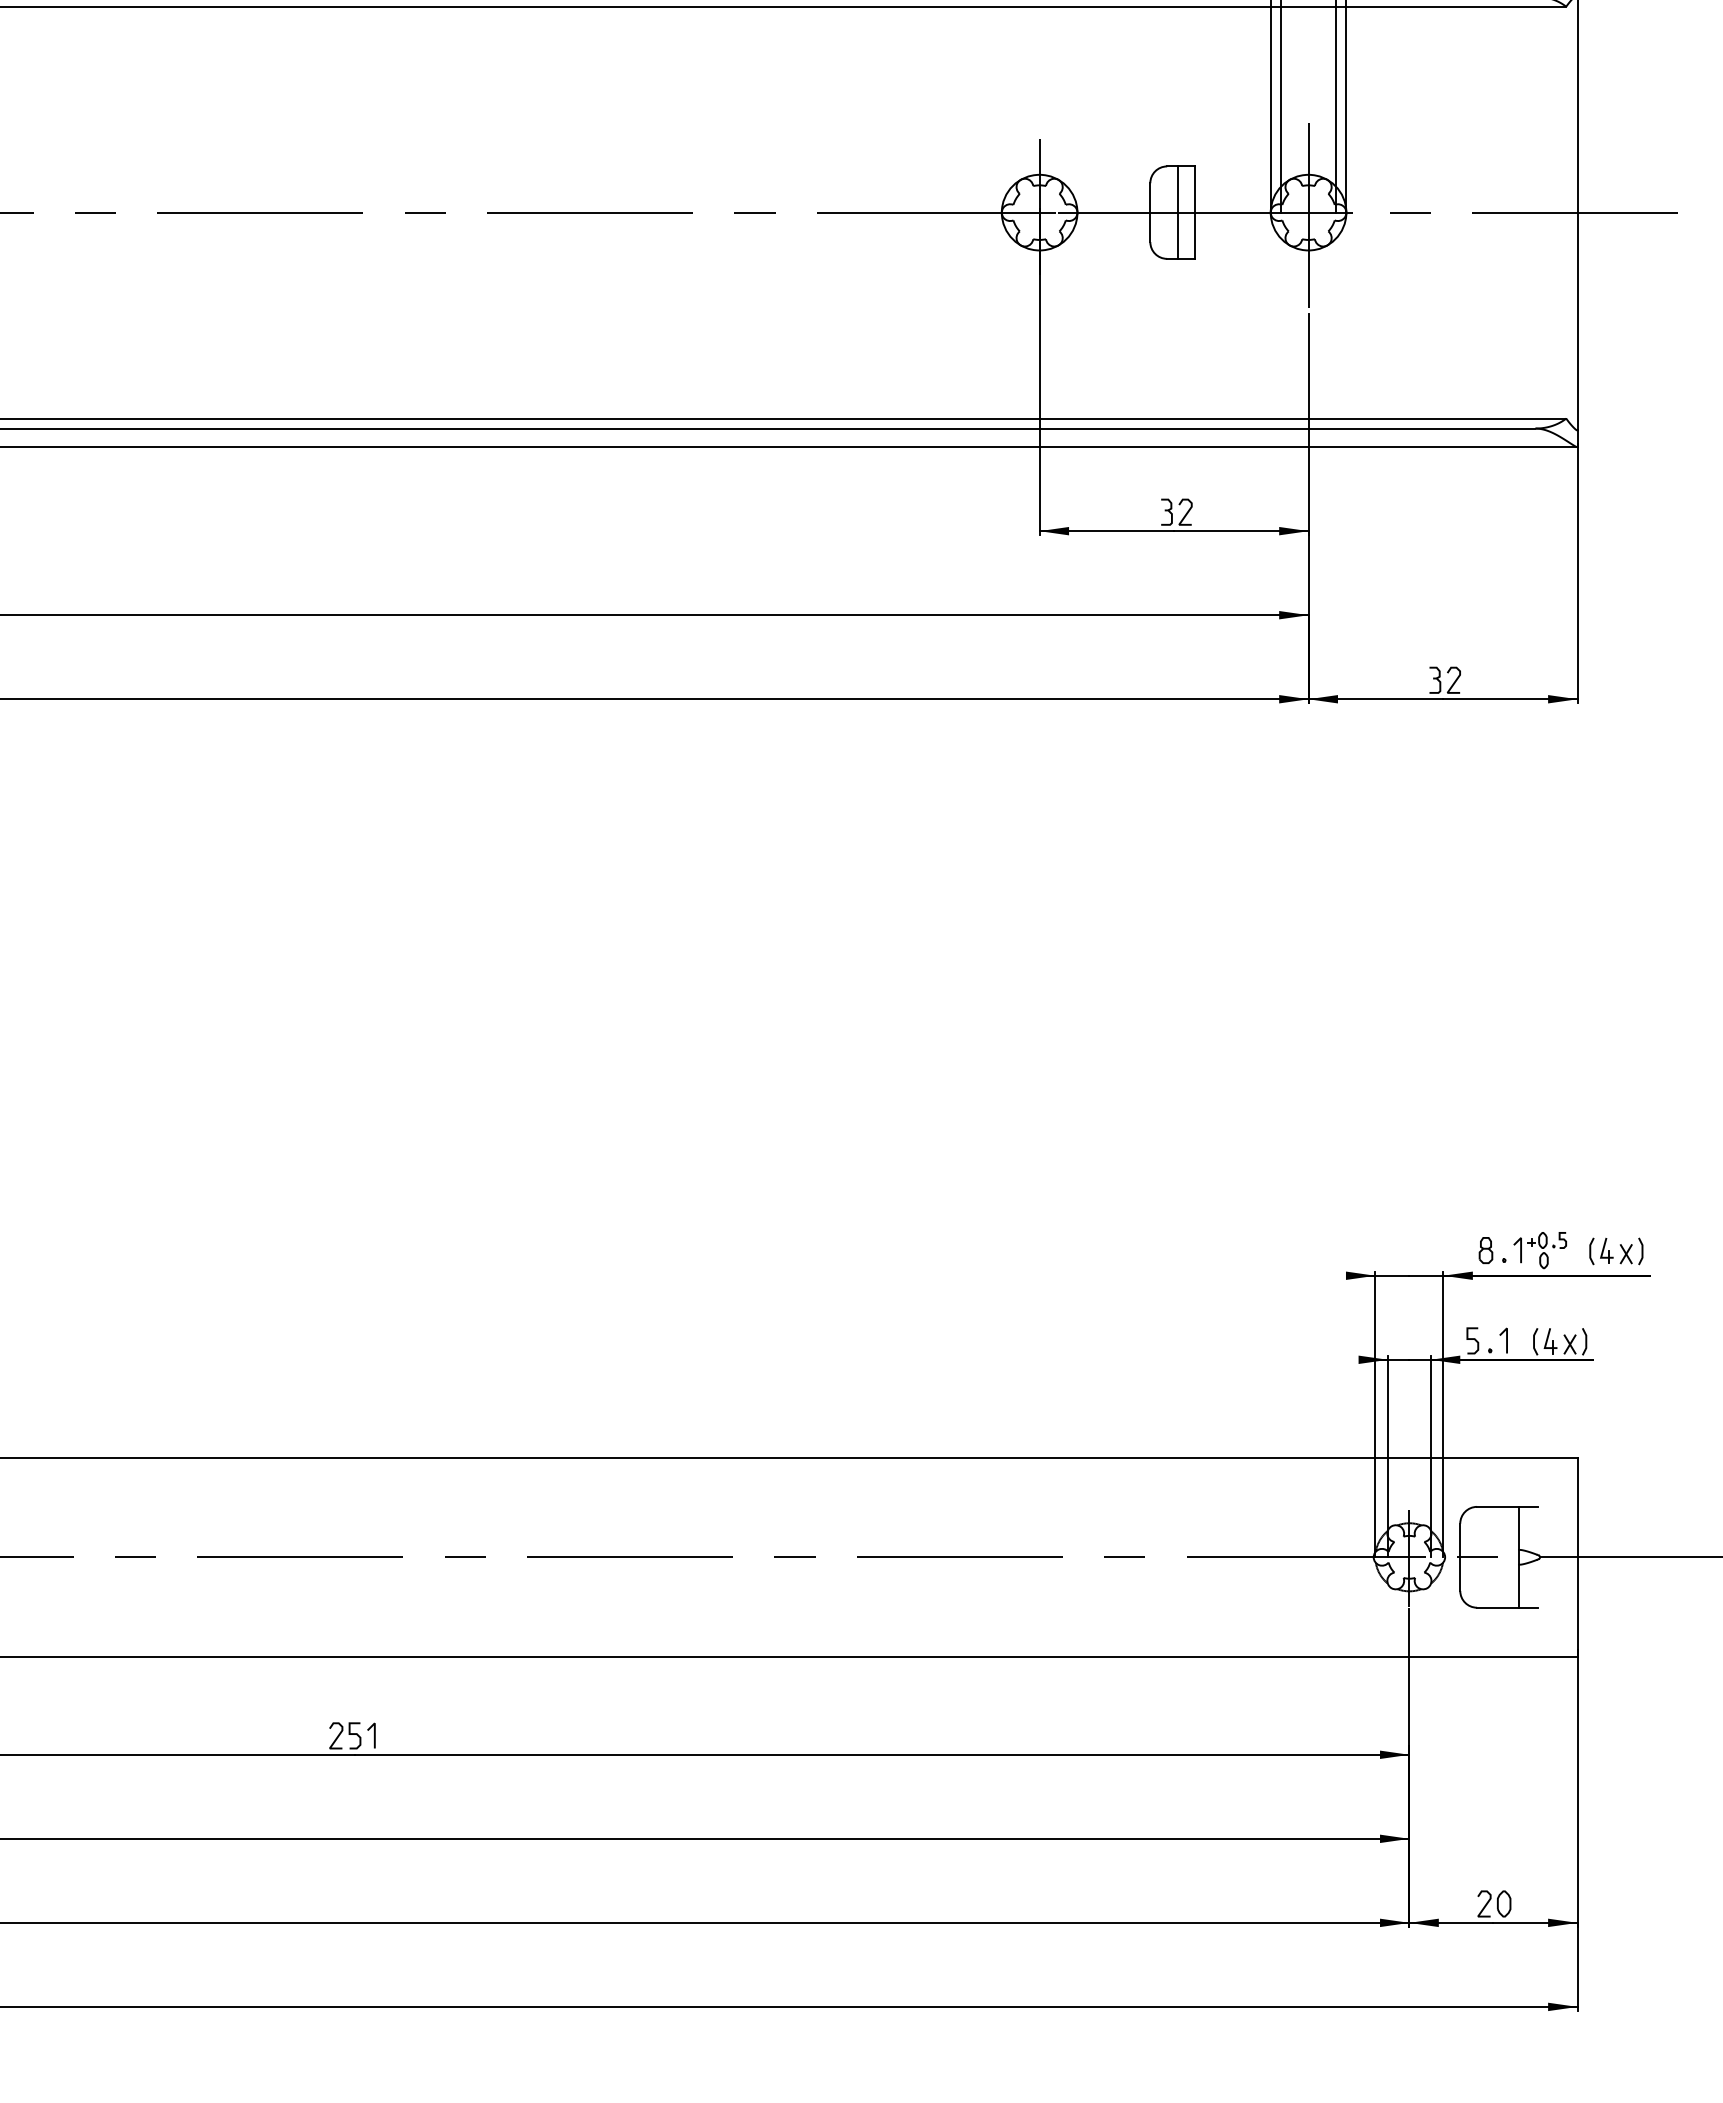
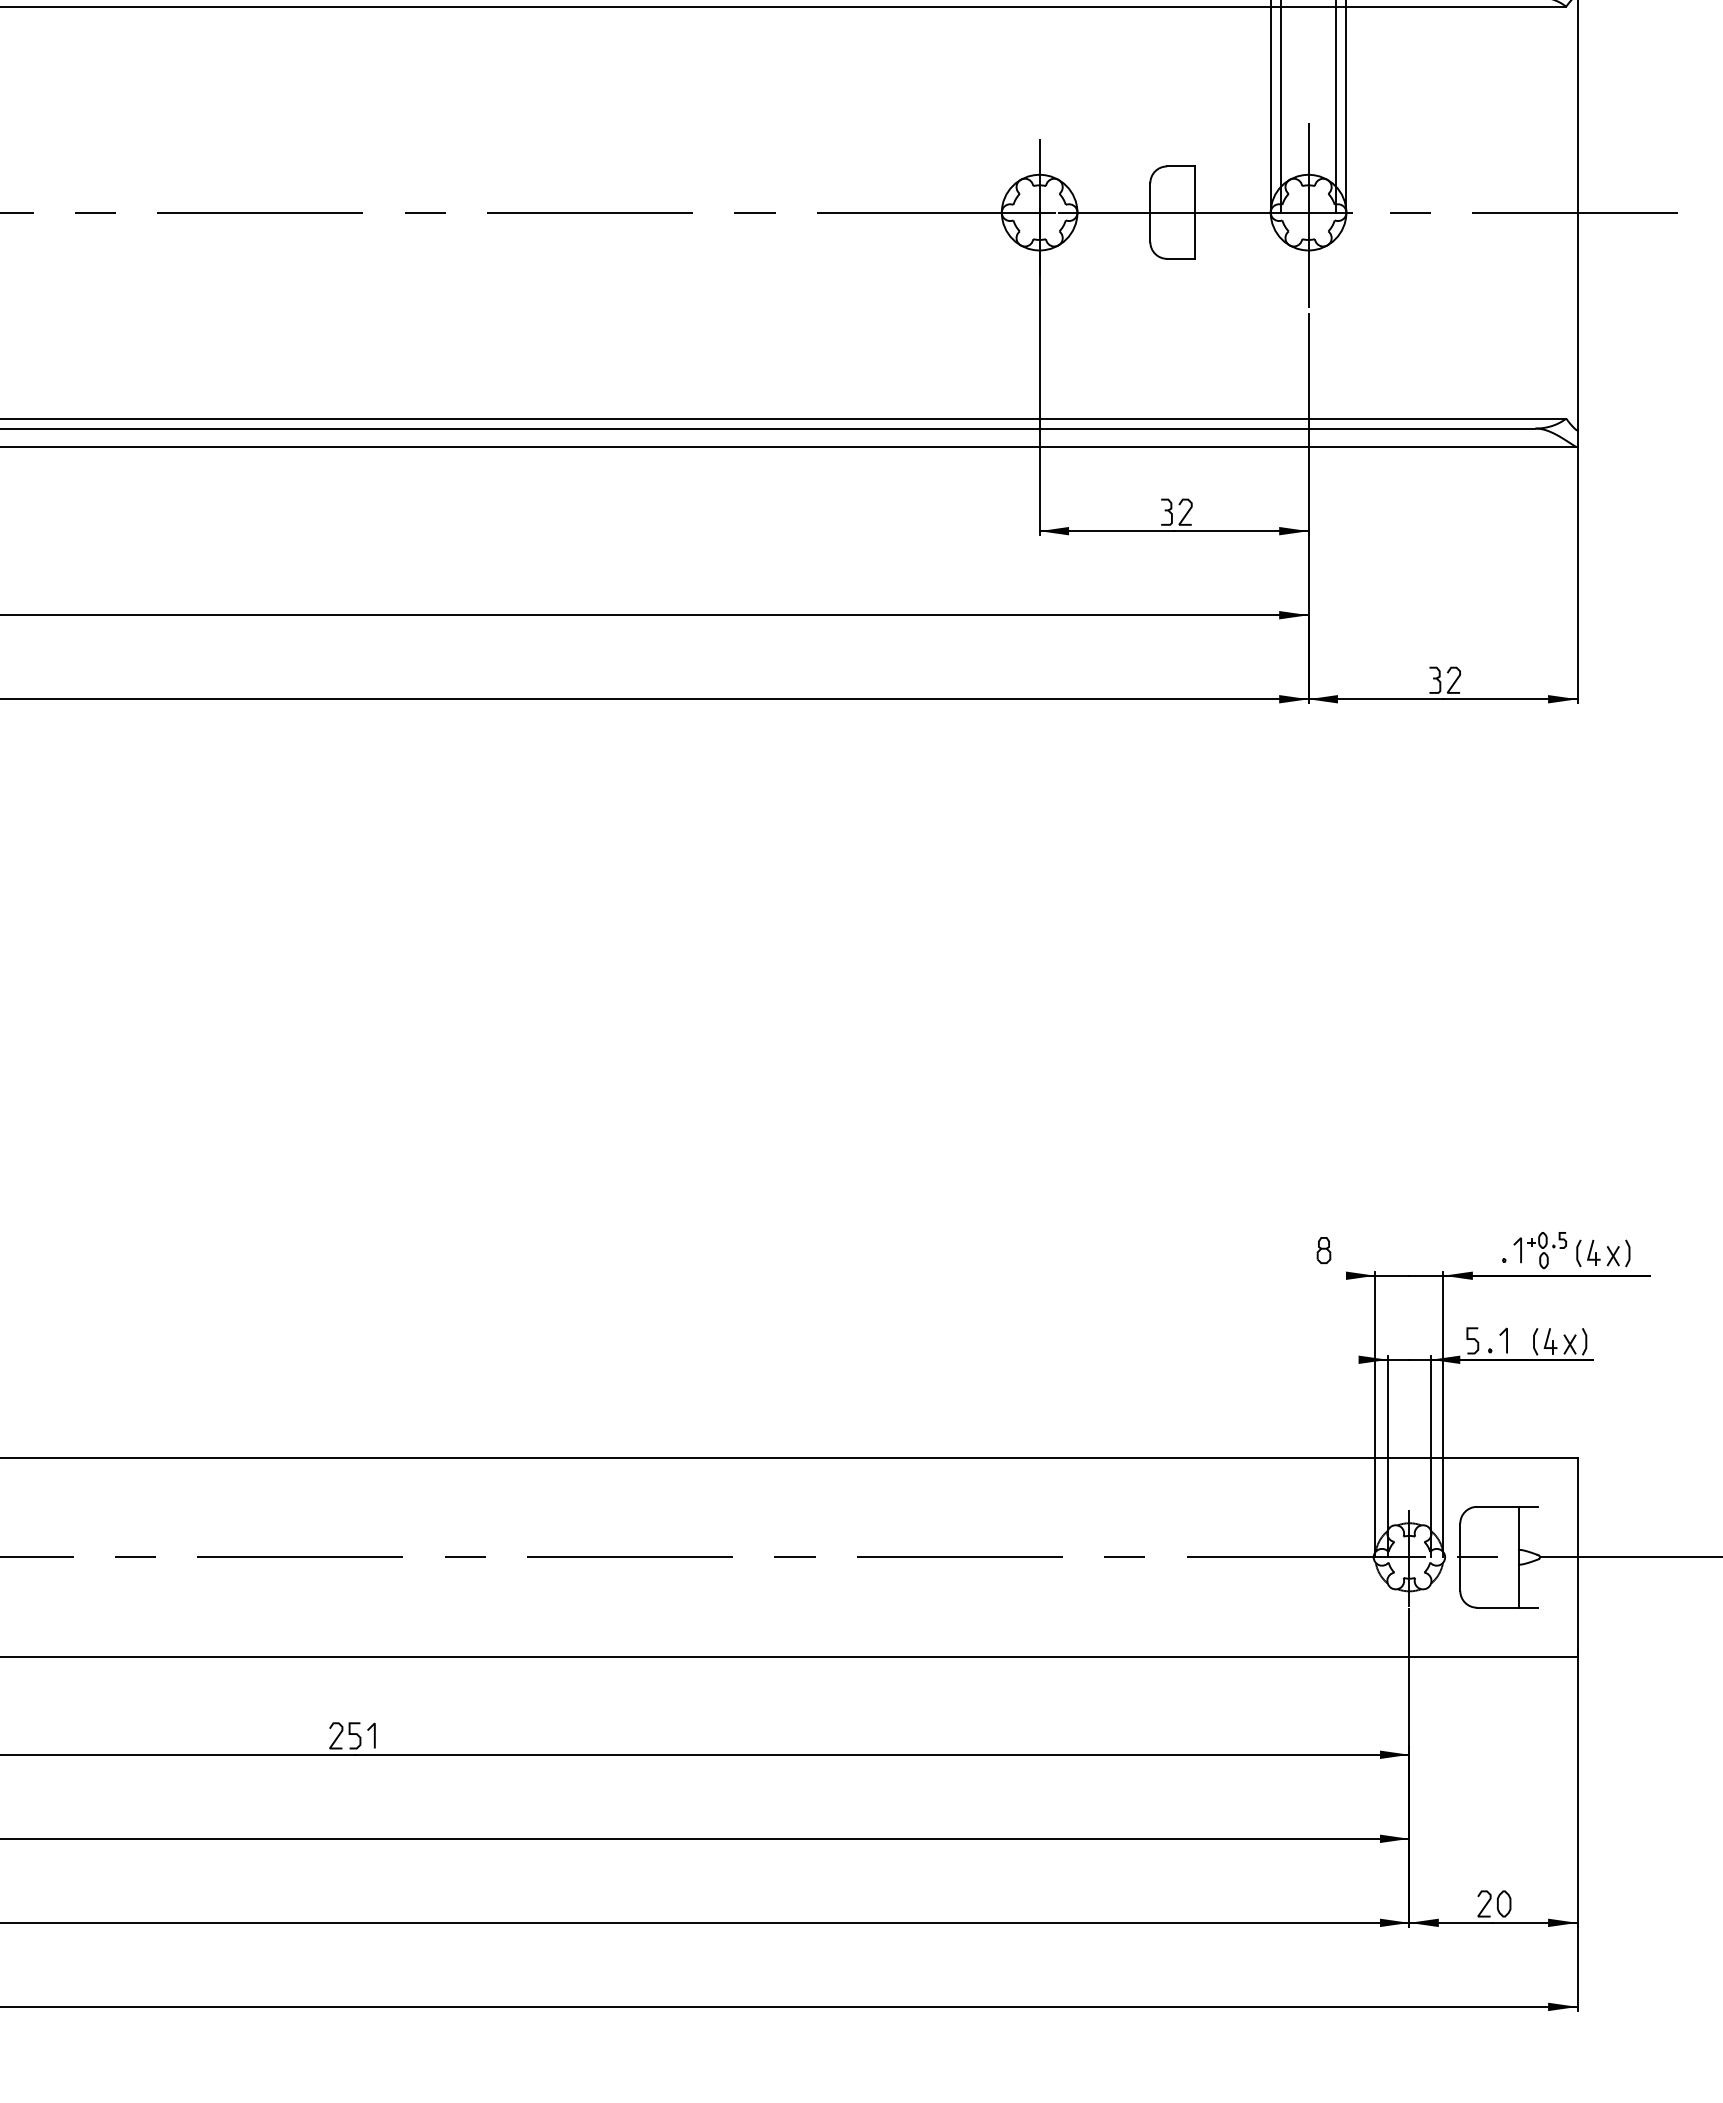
line at (1178, 212): present -> none
part at (1485, 1250) position: (1485, 1250) -> (1323, 1250)
part at (1616, 1251) position: (1616, 1251) -> (1603, 1253)
